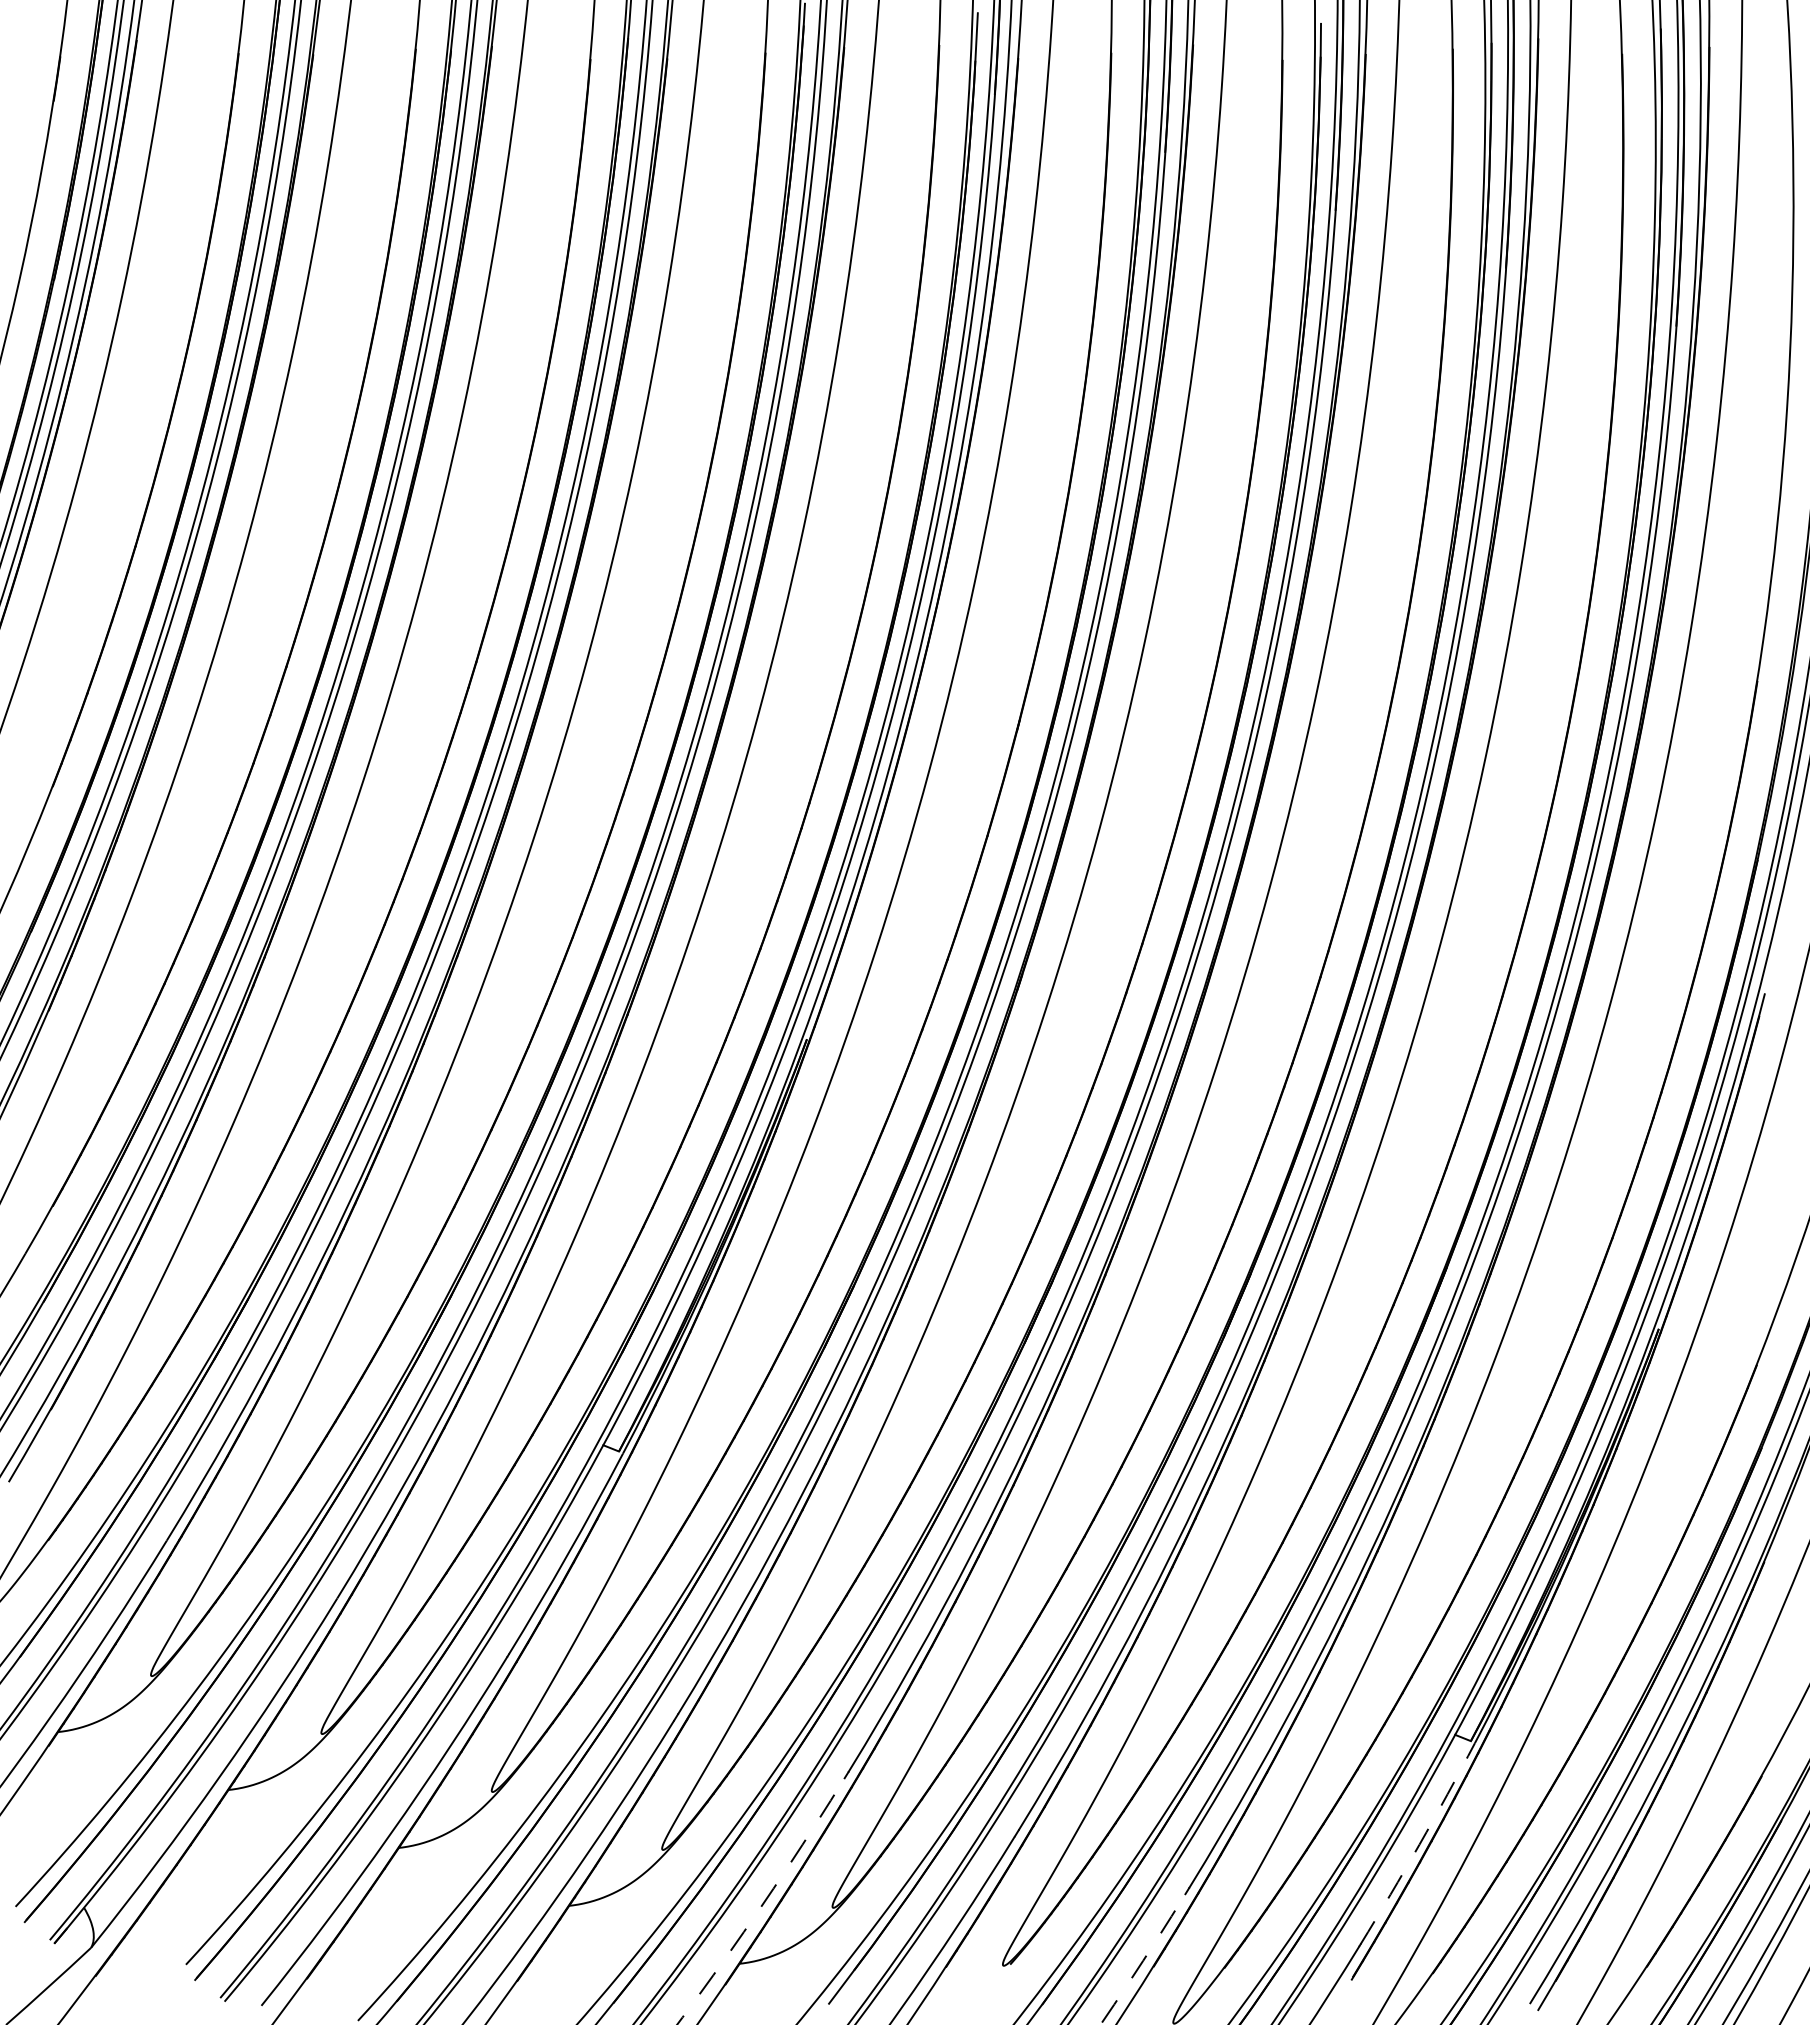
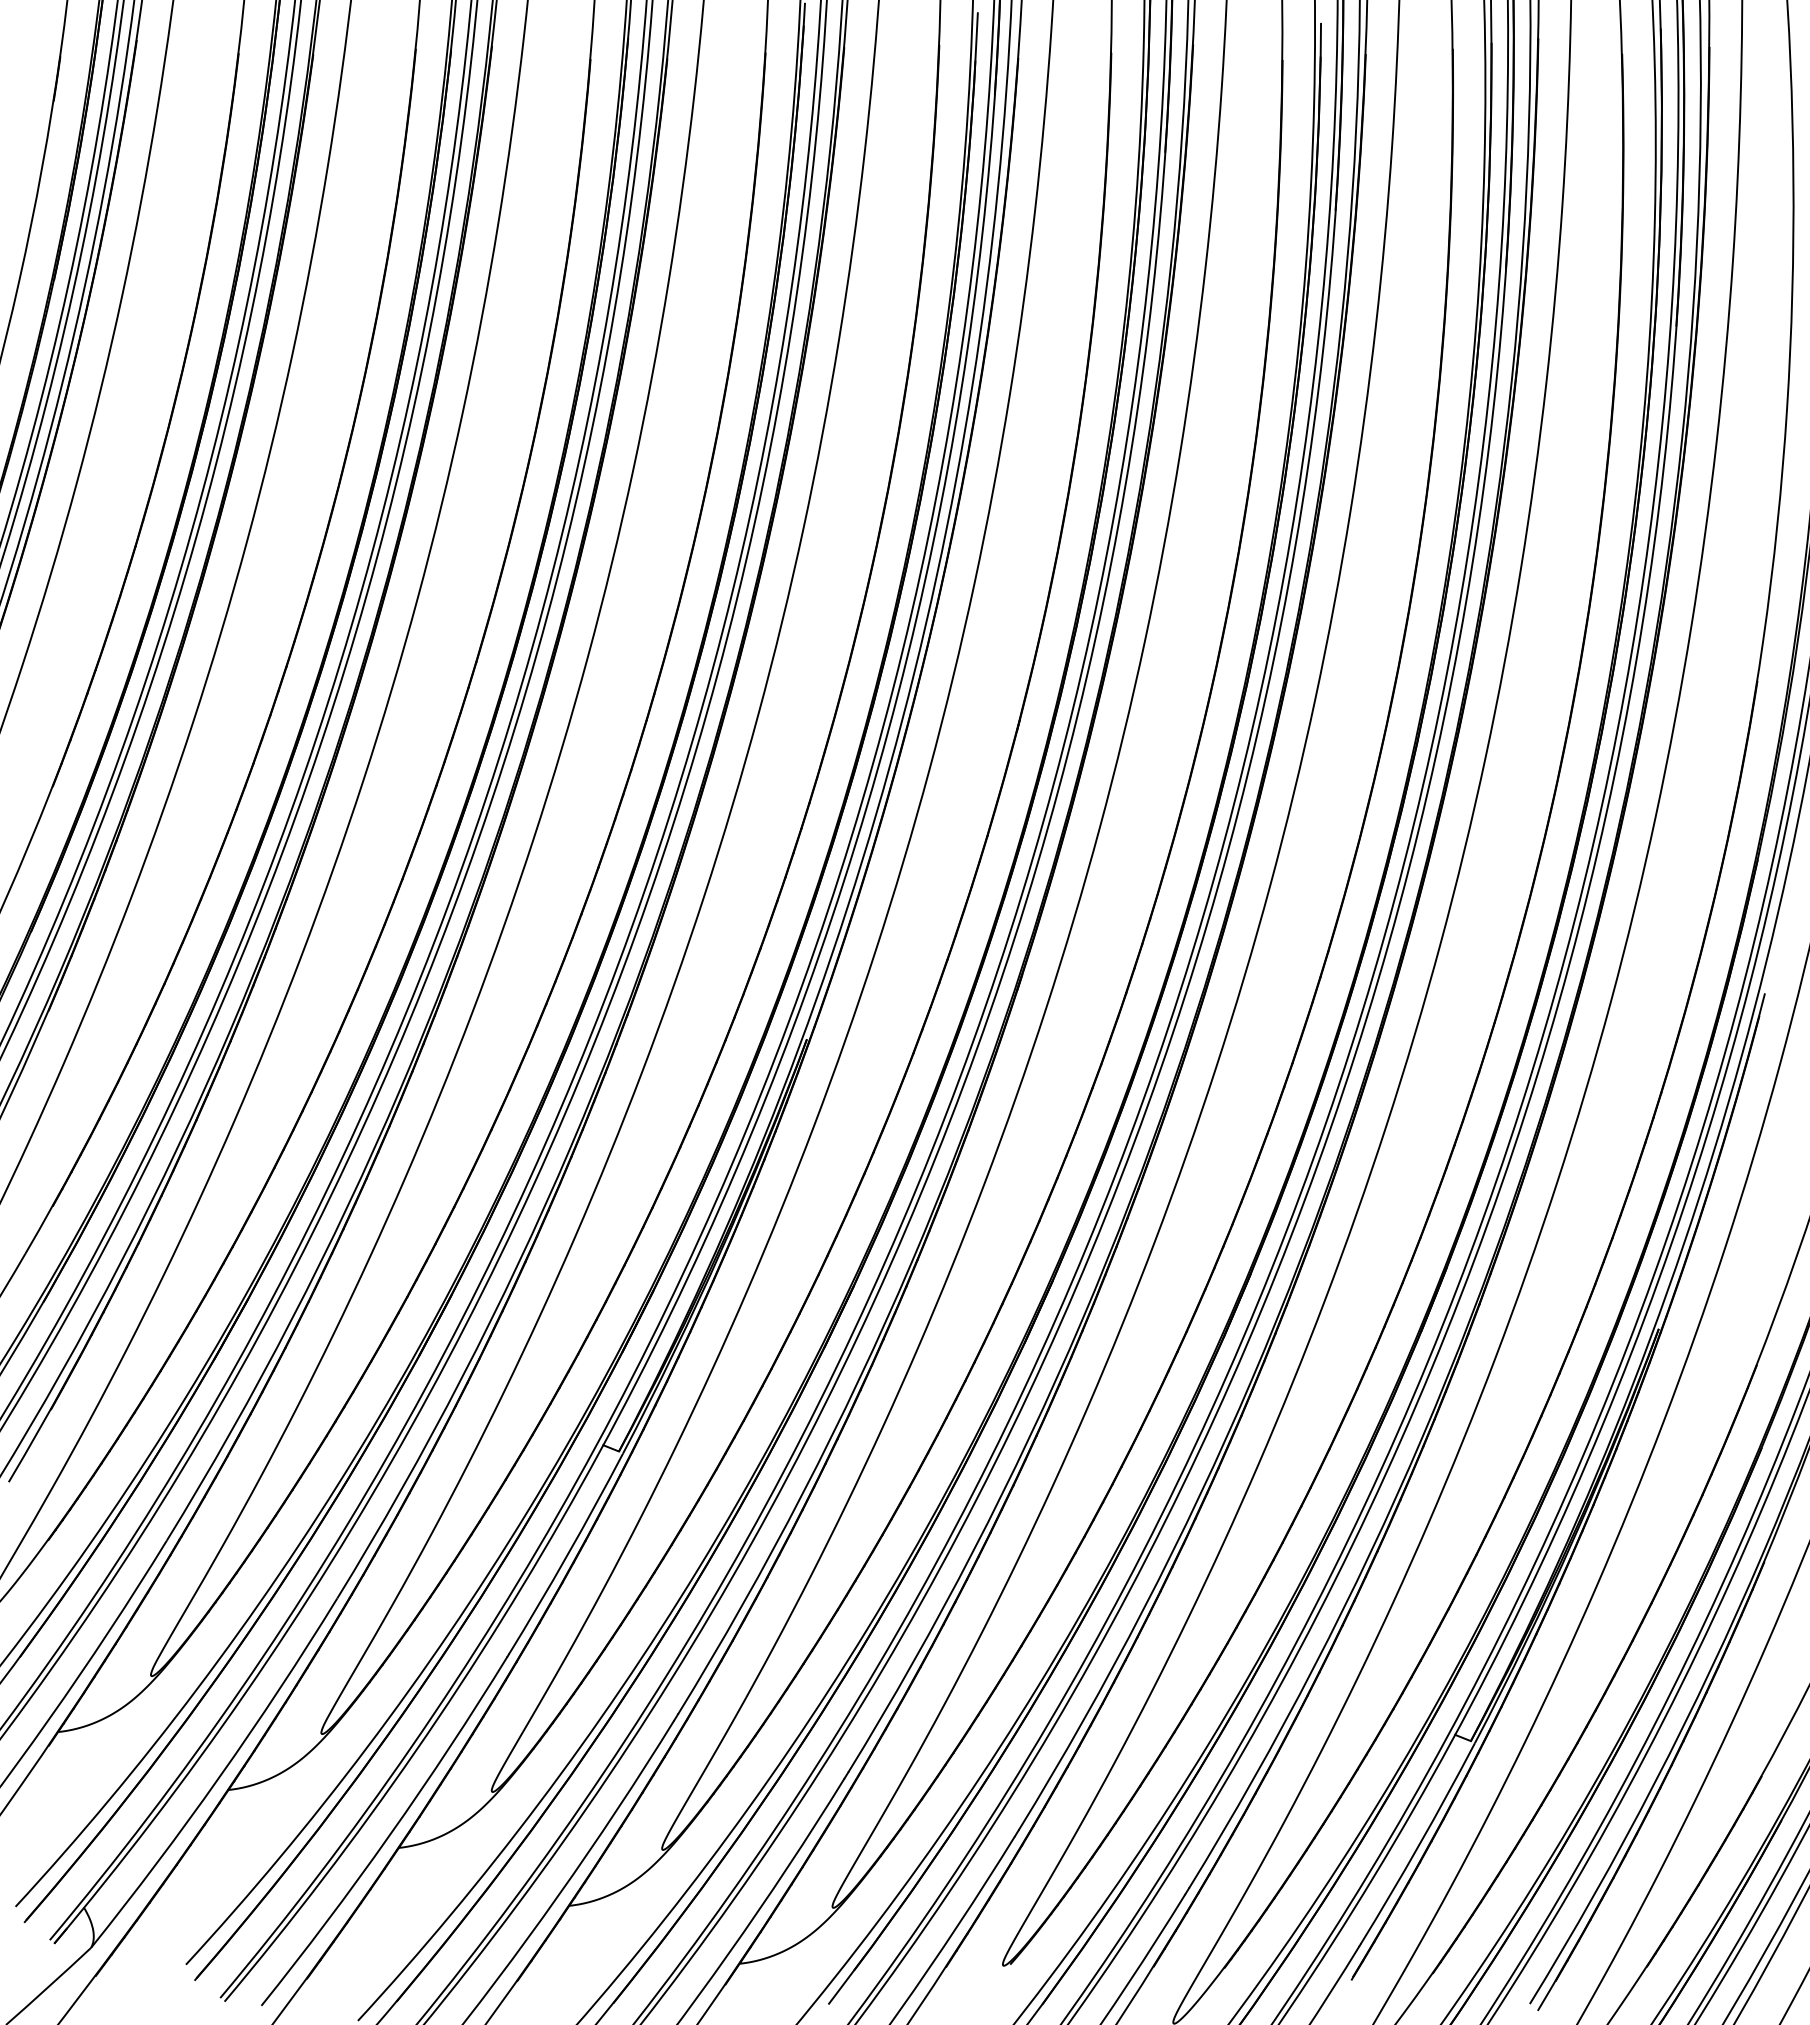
arc at (1419, 1844): dashed -> solid
arc at (763, 1903): dashed -> solid
arc at (1143, 1959): dashed -> solid
